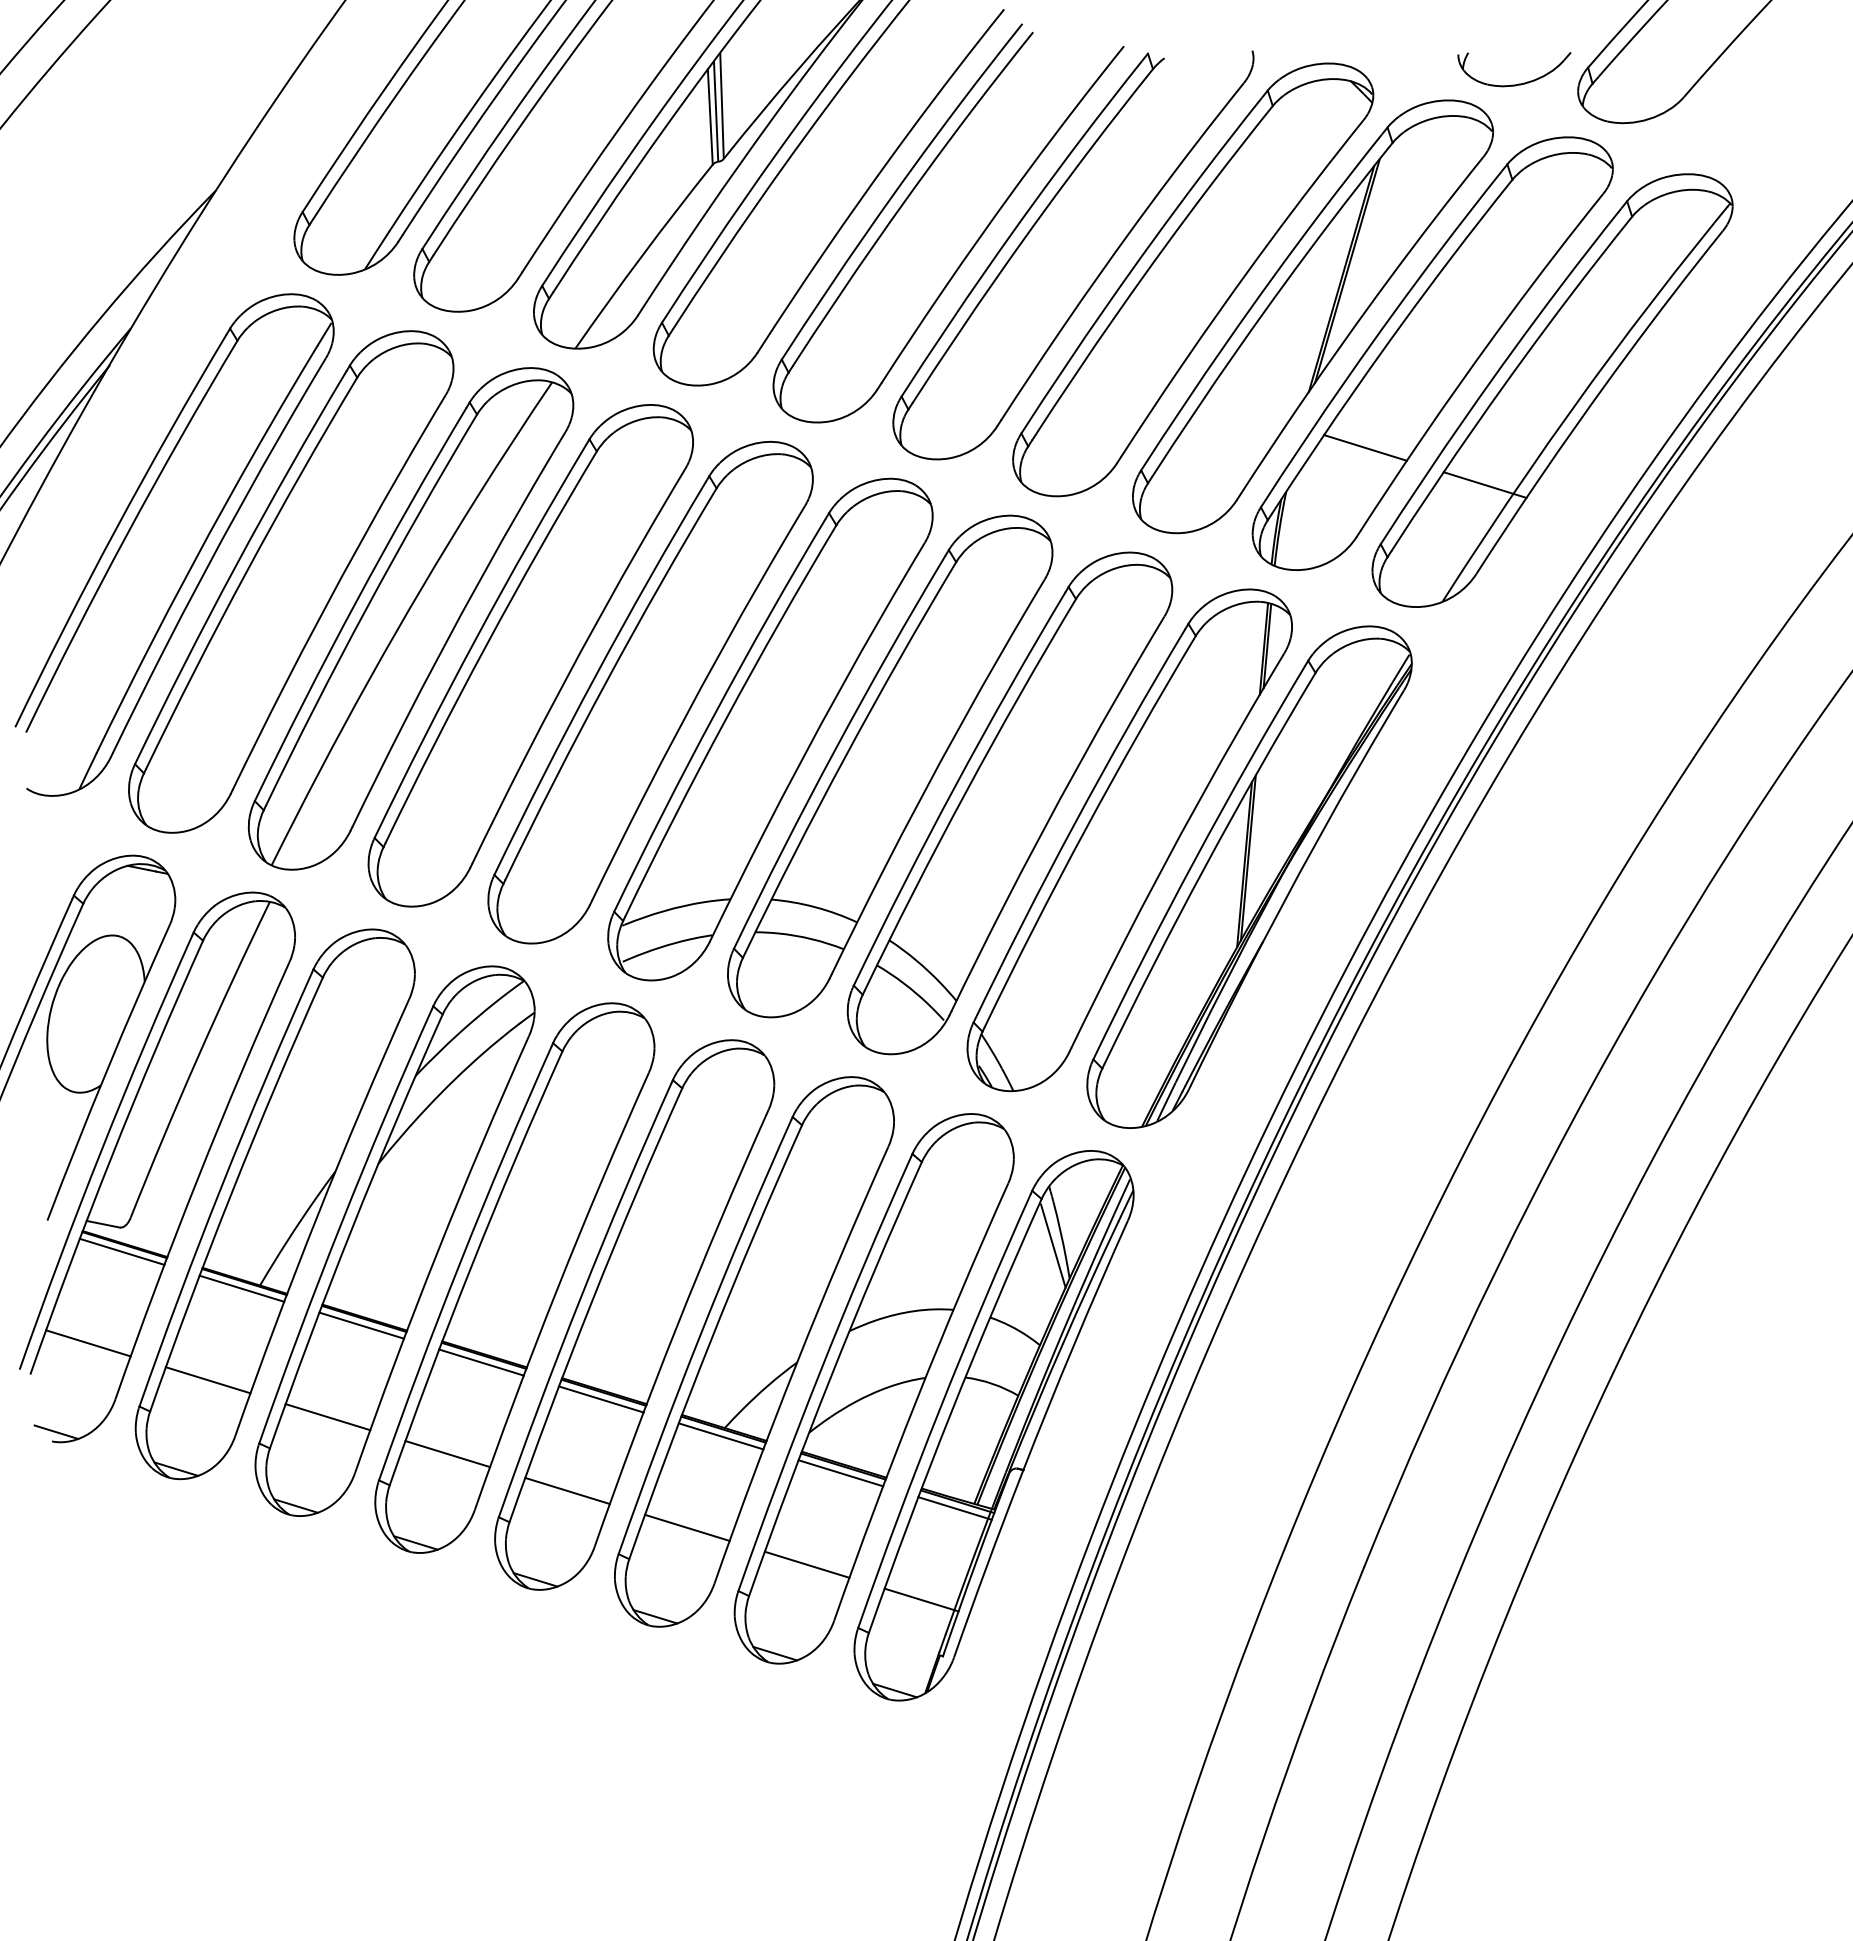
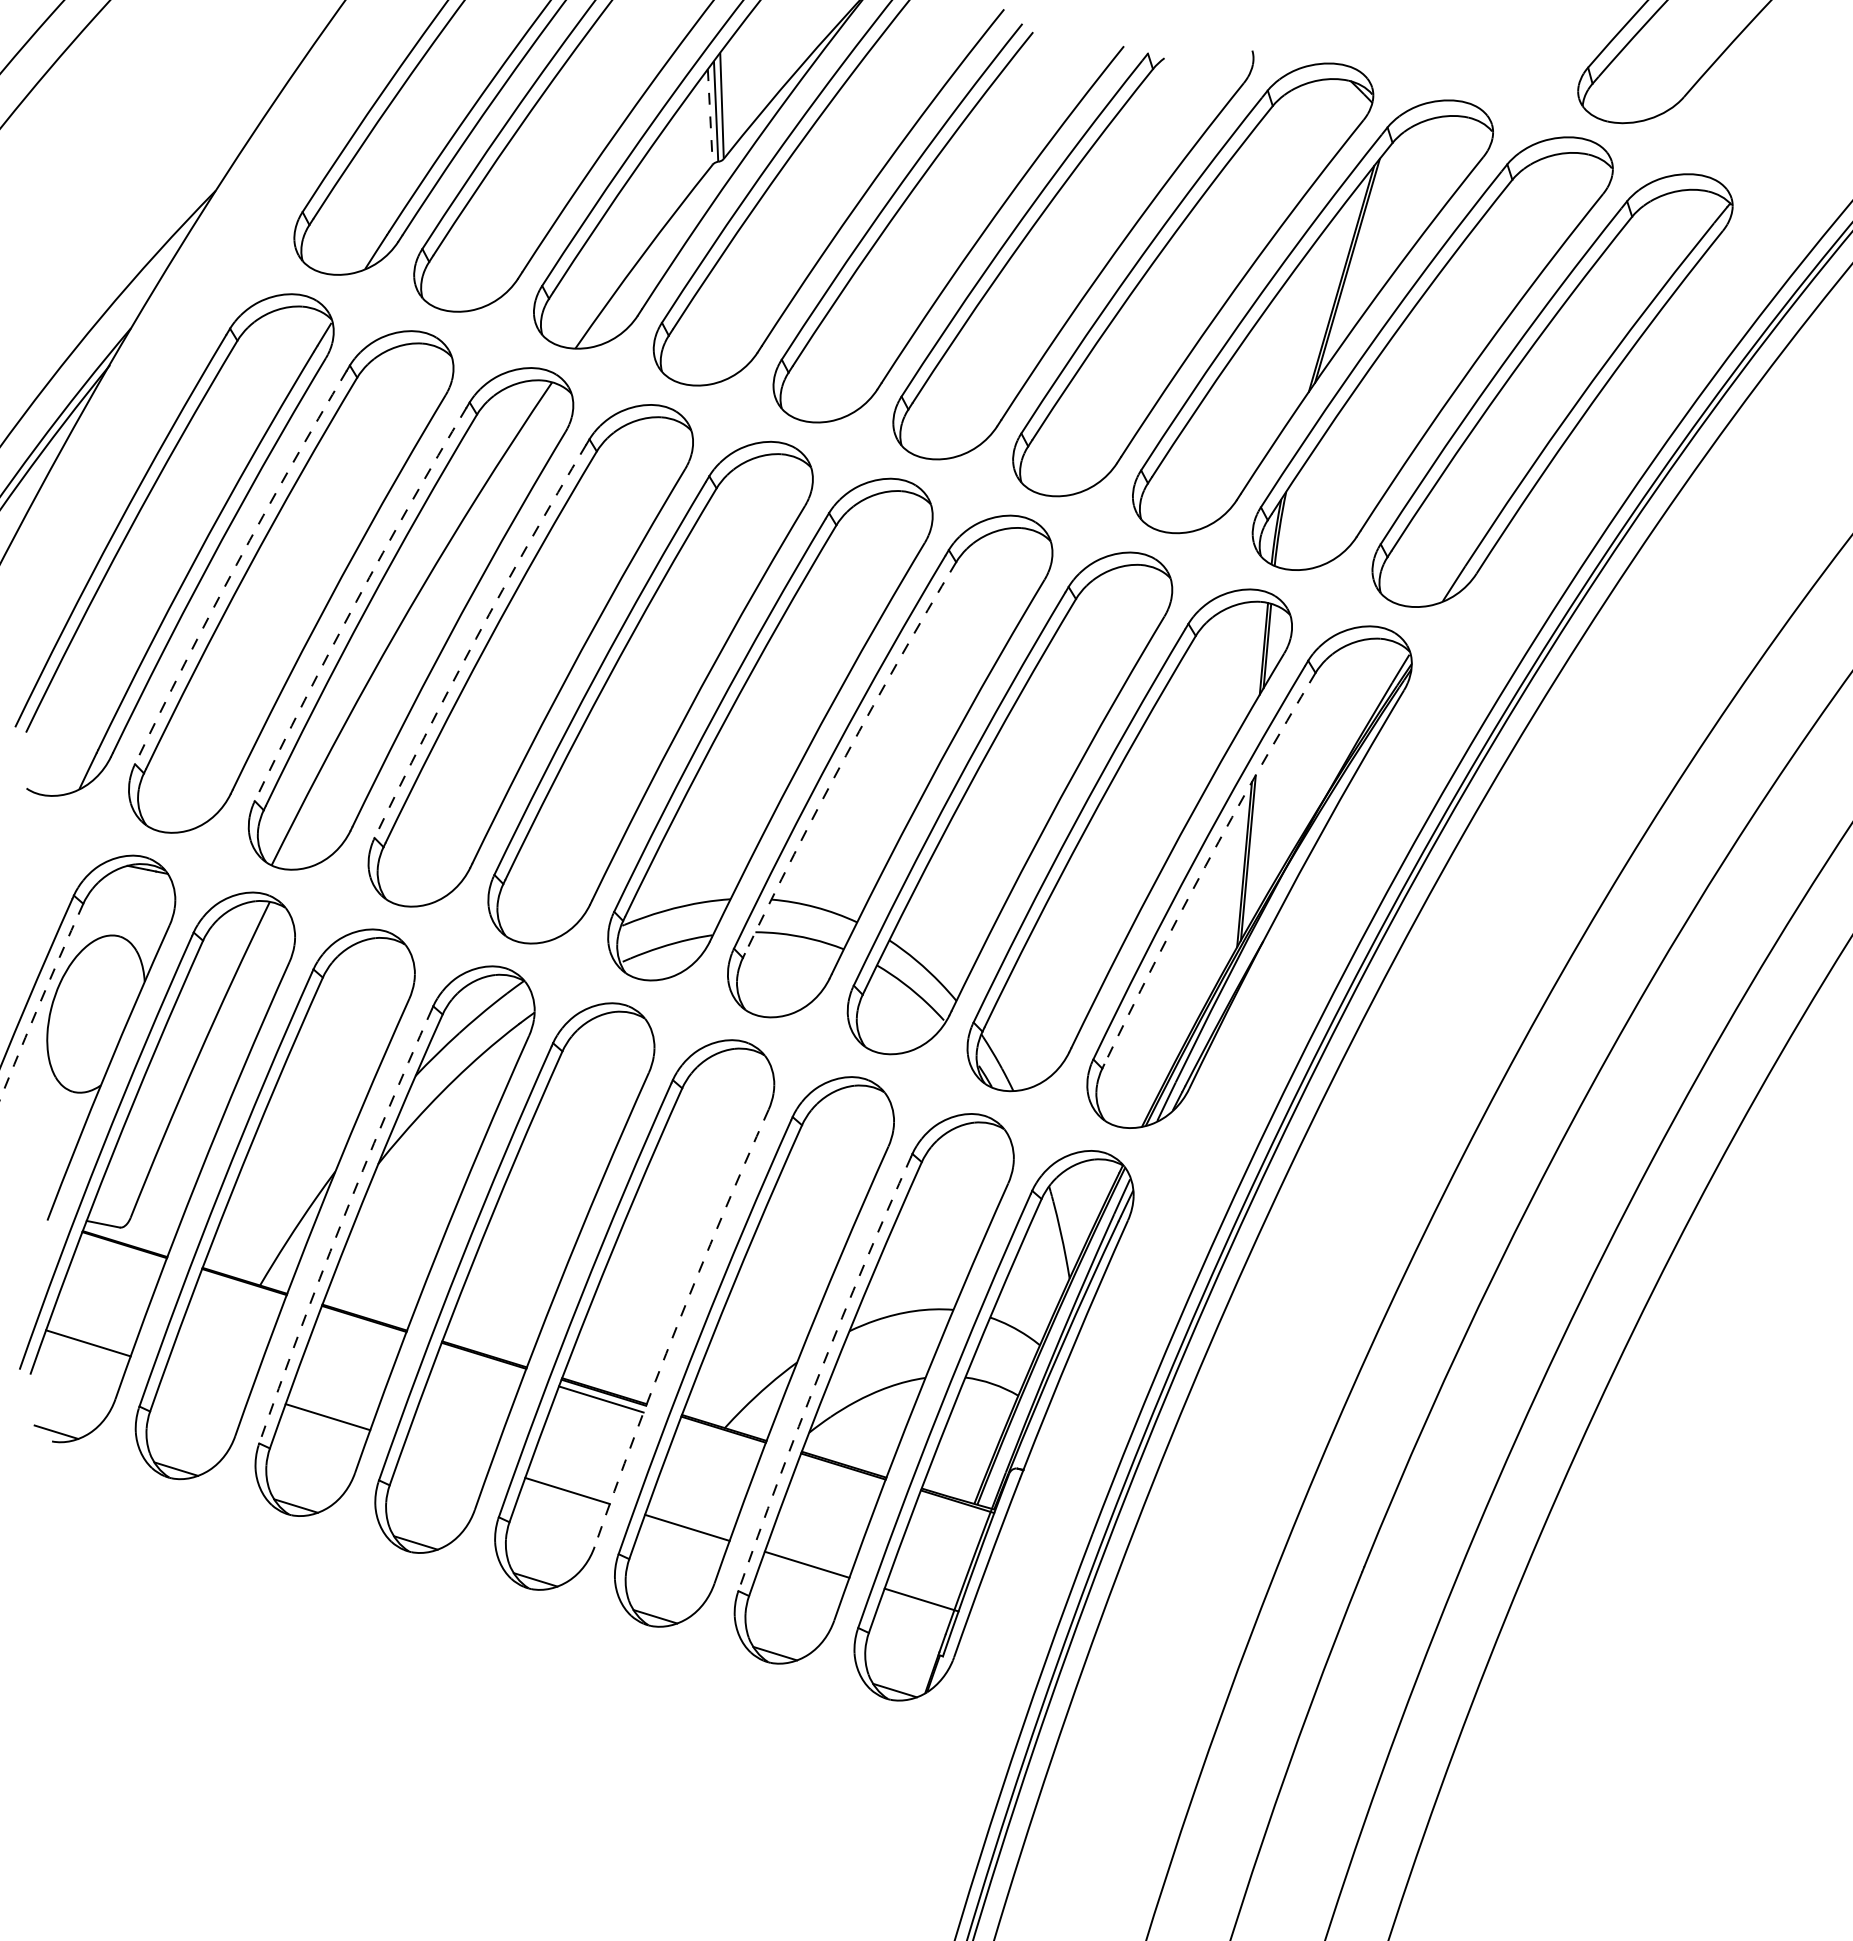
part at (1518, 83): present -> none
line at (710, 116): solid -> dashed
line at (1365, 447): present -> none
line at (1484, 484): present -> none
arc at (236, 564): solid -> dashed
arc at (356, 601): solid -> dashed
arc at (476, 638): solid -> dashed
arc at (846, 755): solid -> dashed
arc at (1205, 866): solid -> dashed
arc at (40, 1001): solid -> dashed
arc at (341, 1224): solid -> dashed
line at (1053, 1245): present -> none
line at (121, 1251): present -> none
line at (241, 1288): present -> none
line at (361, 1325): present -> none
arc at (677, 1326): solid -> dashed
line at (481, 1362): present -> none
arc at (820, 1372): solid -> dashed
line at (207, 1380): present -> none
line at (720, 1436): present -> none
line at (447, 1454): present -> none
line at (840, 1473): present -> none
line at (954, 1508): present -> none
